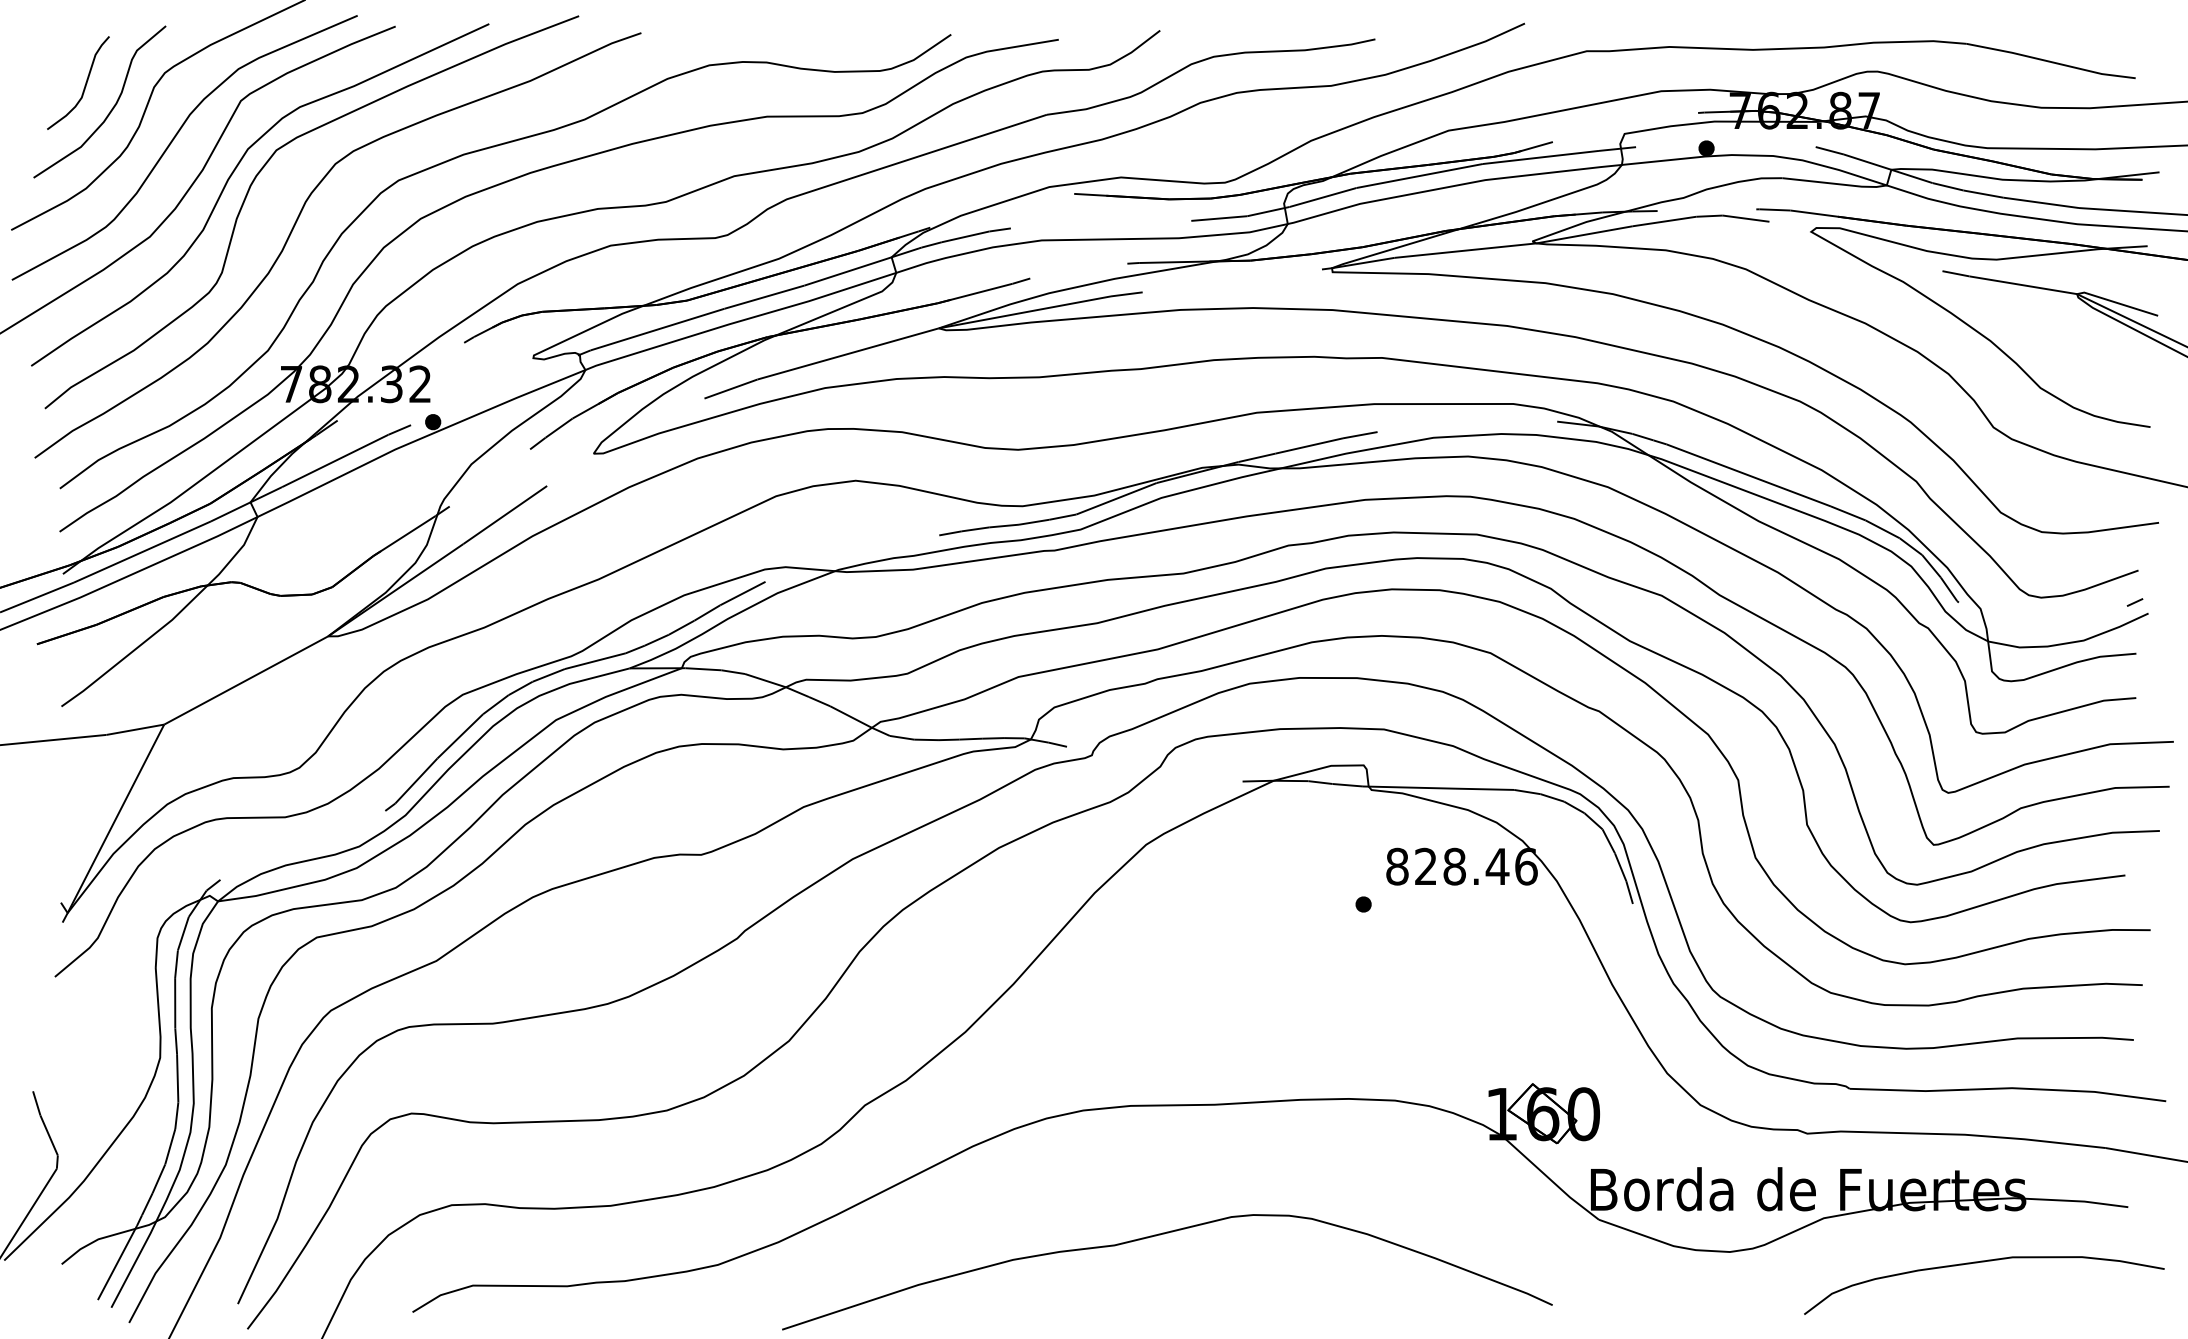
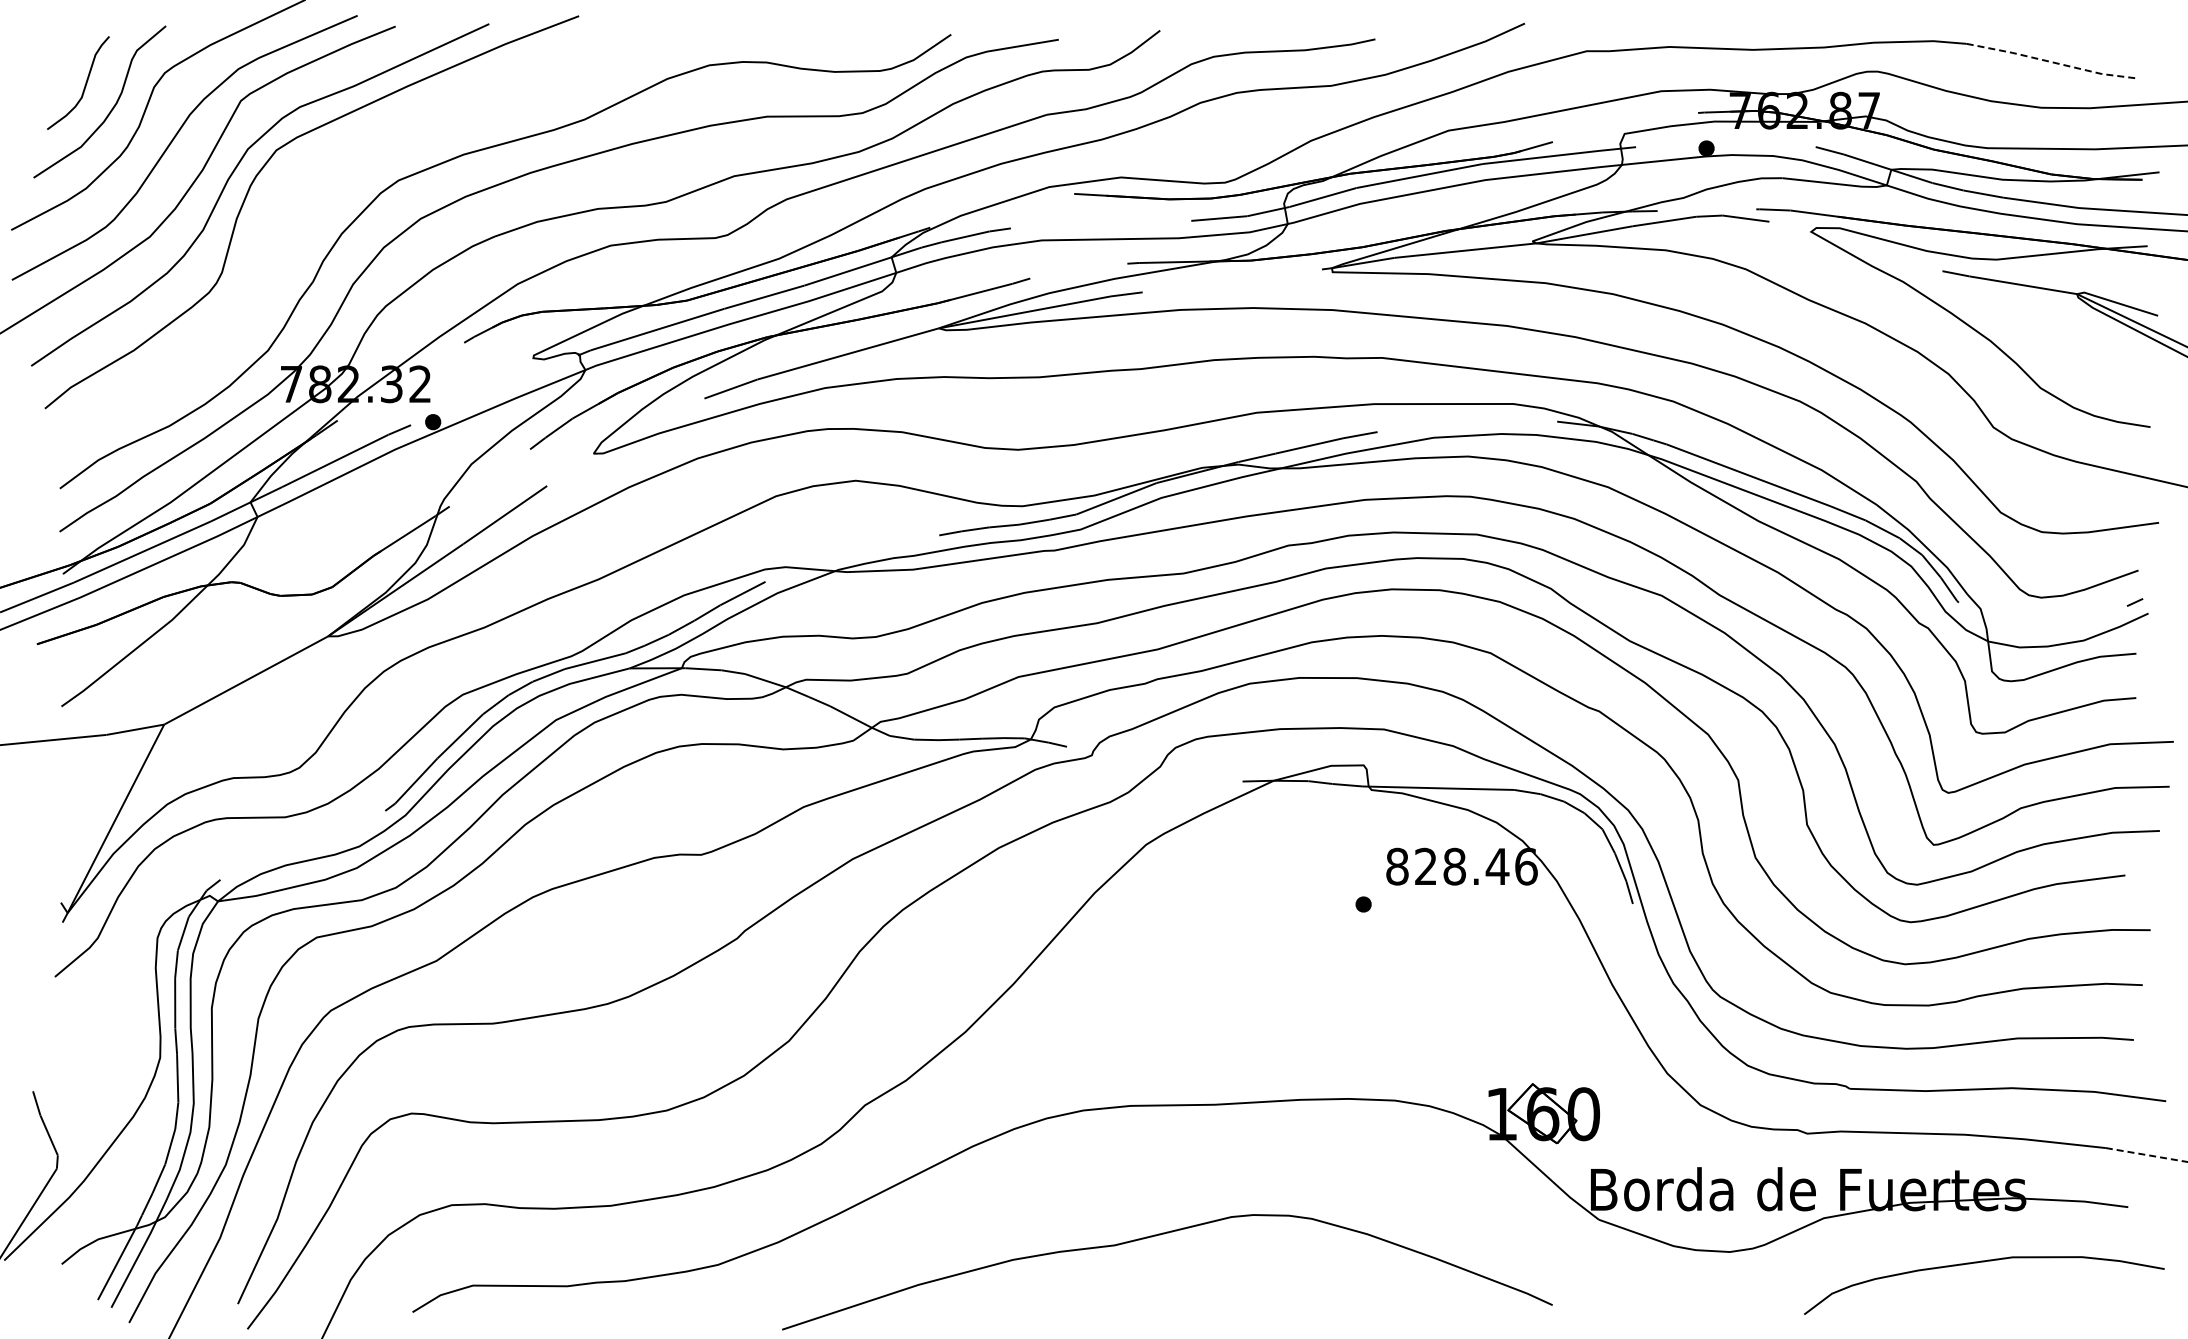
line at (2050, 61): solid -> dashed
curve at (295, 225): present -> none
line at (2146, 1155): solid -> dashed
